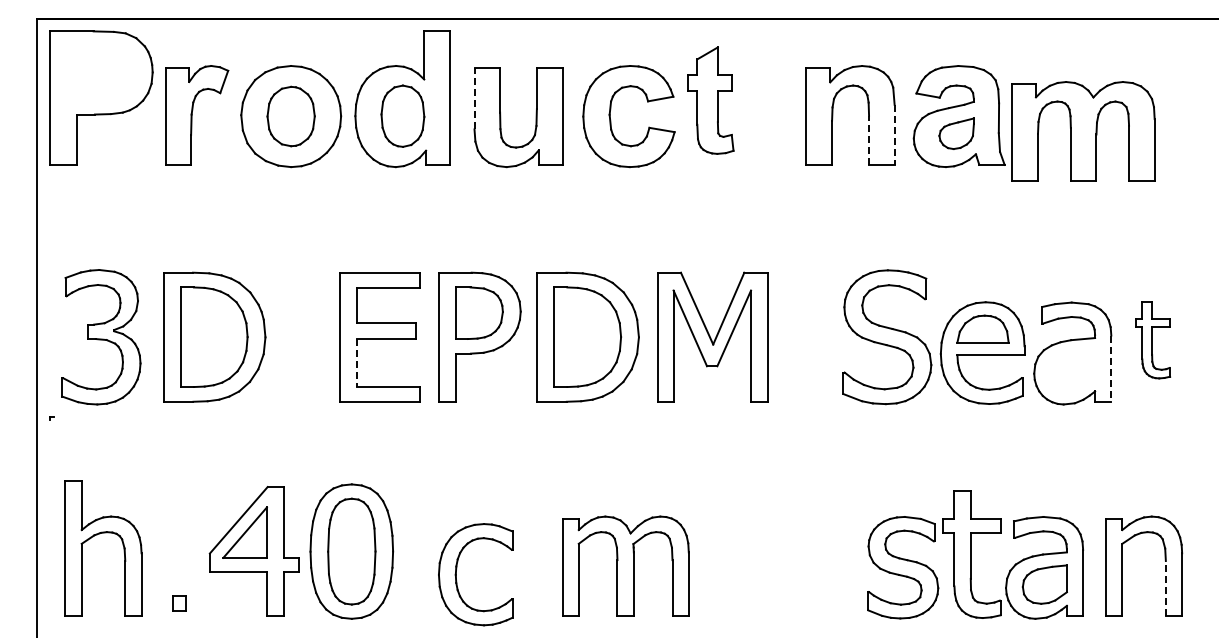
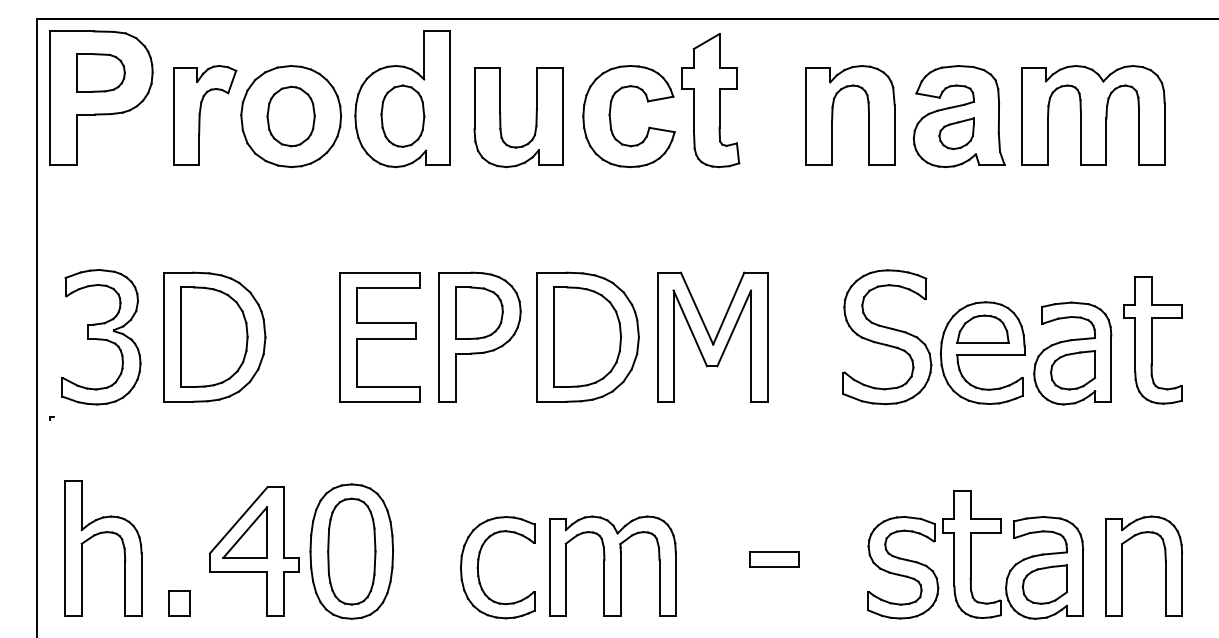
part at (100, 72): none -> present
line at (474, 98): dashed -> solid
part at (710, 100) size: 48x109 px -> 60x136 px
part at (197, 115) position: (197, 115) -> (205, 115)
part at (1083, 131) position: (1083, 131) -> (1093, 115)
line at (894, 135): dashed -> solid
line at (869, 140): dashed -> solid
part at (1153, 340) size: 37x79 px -> 60x129 px
line at (356, 362): dashed -> solid
line at (1111, 369): dashed -> solid
part at (1073, 370): none -> present
part at (774, 559): none -> present
part at (625, 565) position: (625, 565) -> (612, 565)
part at (457, 568) position: (457, 568) -> (479, 561)
line at (1165, 588): dashed -> solid
part at (179, 603) size: 15x17 px -> 23x27 px
